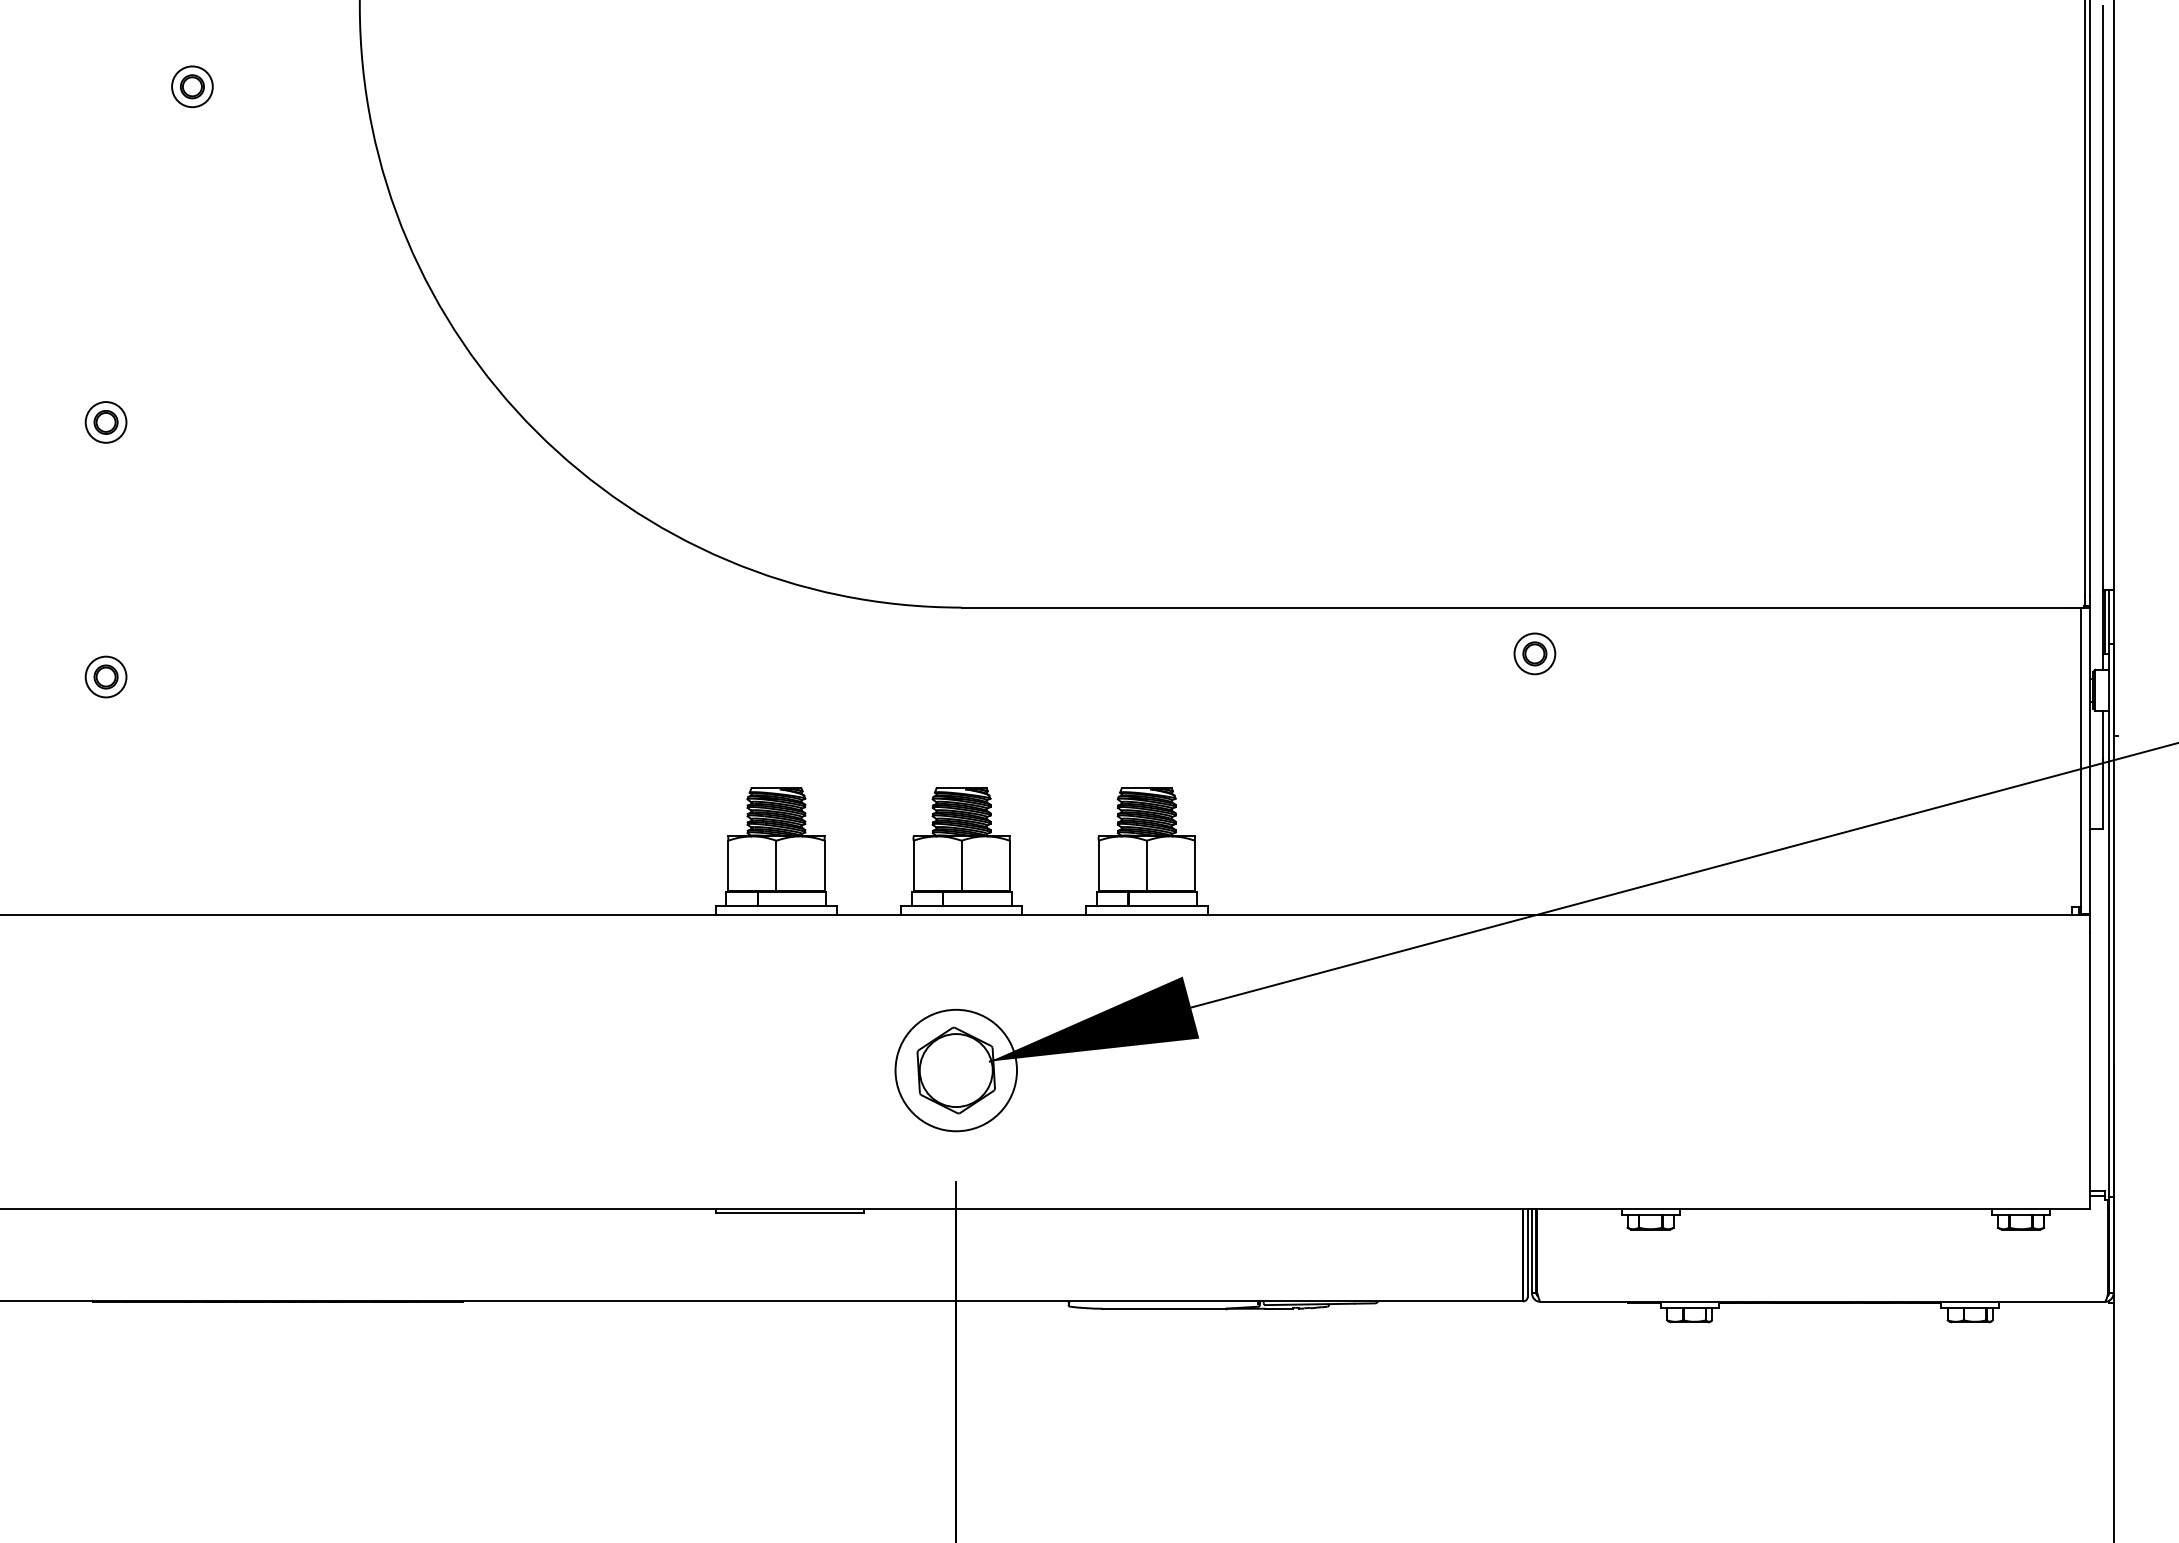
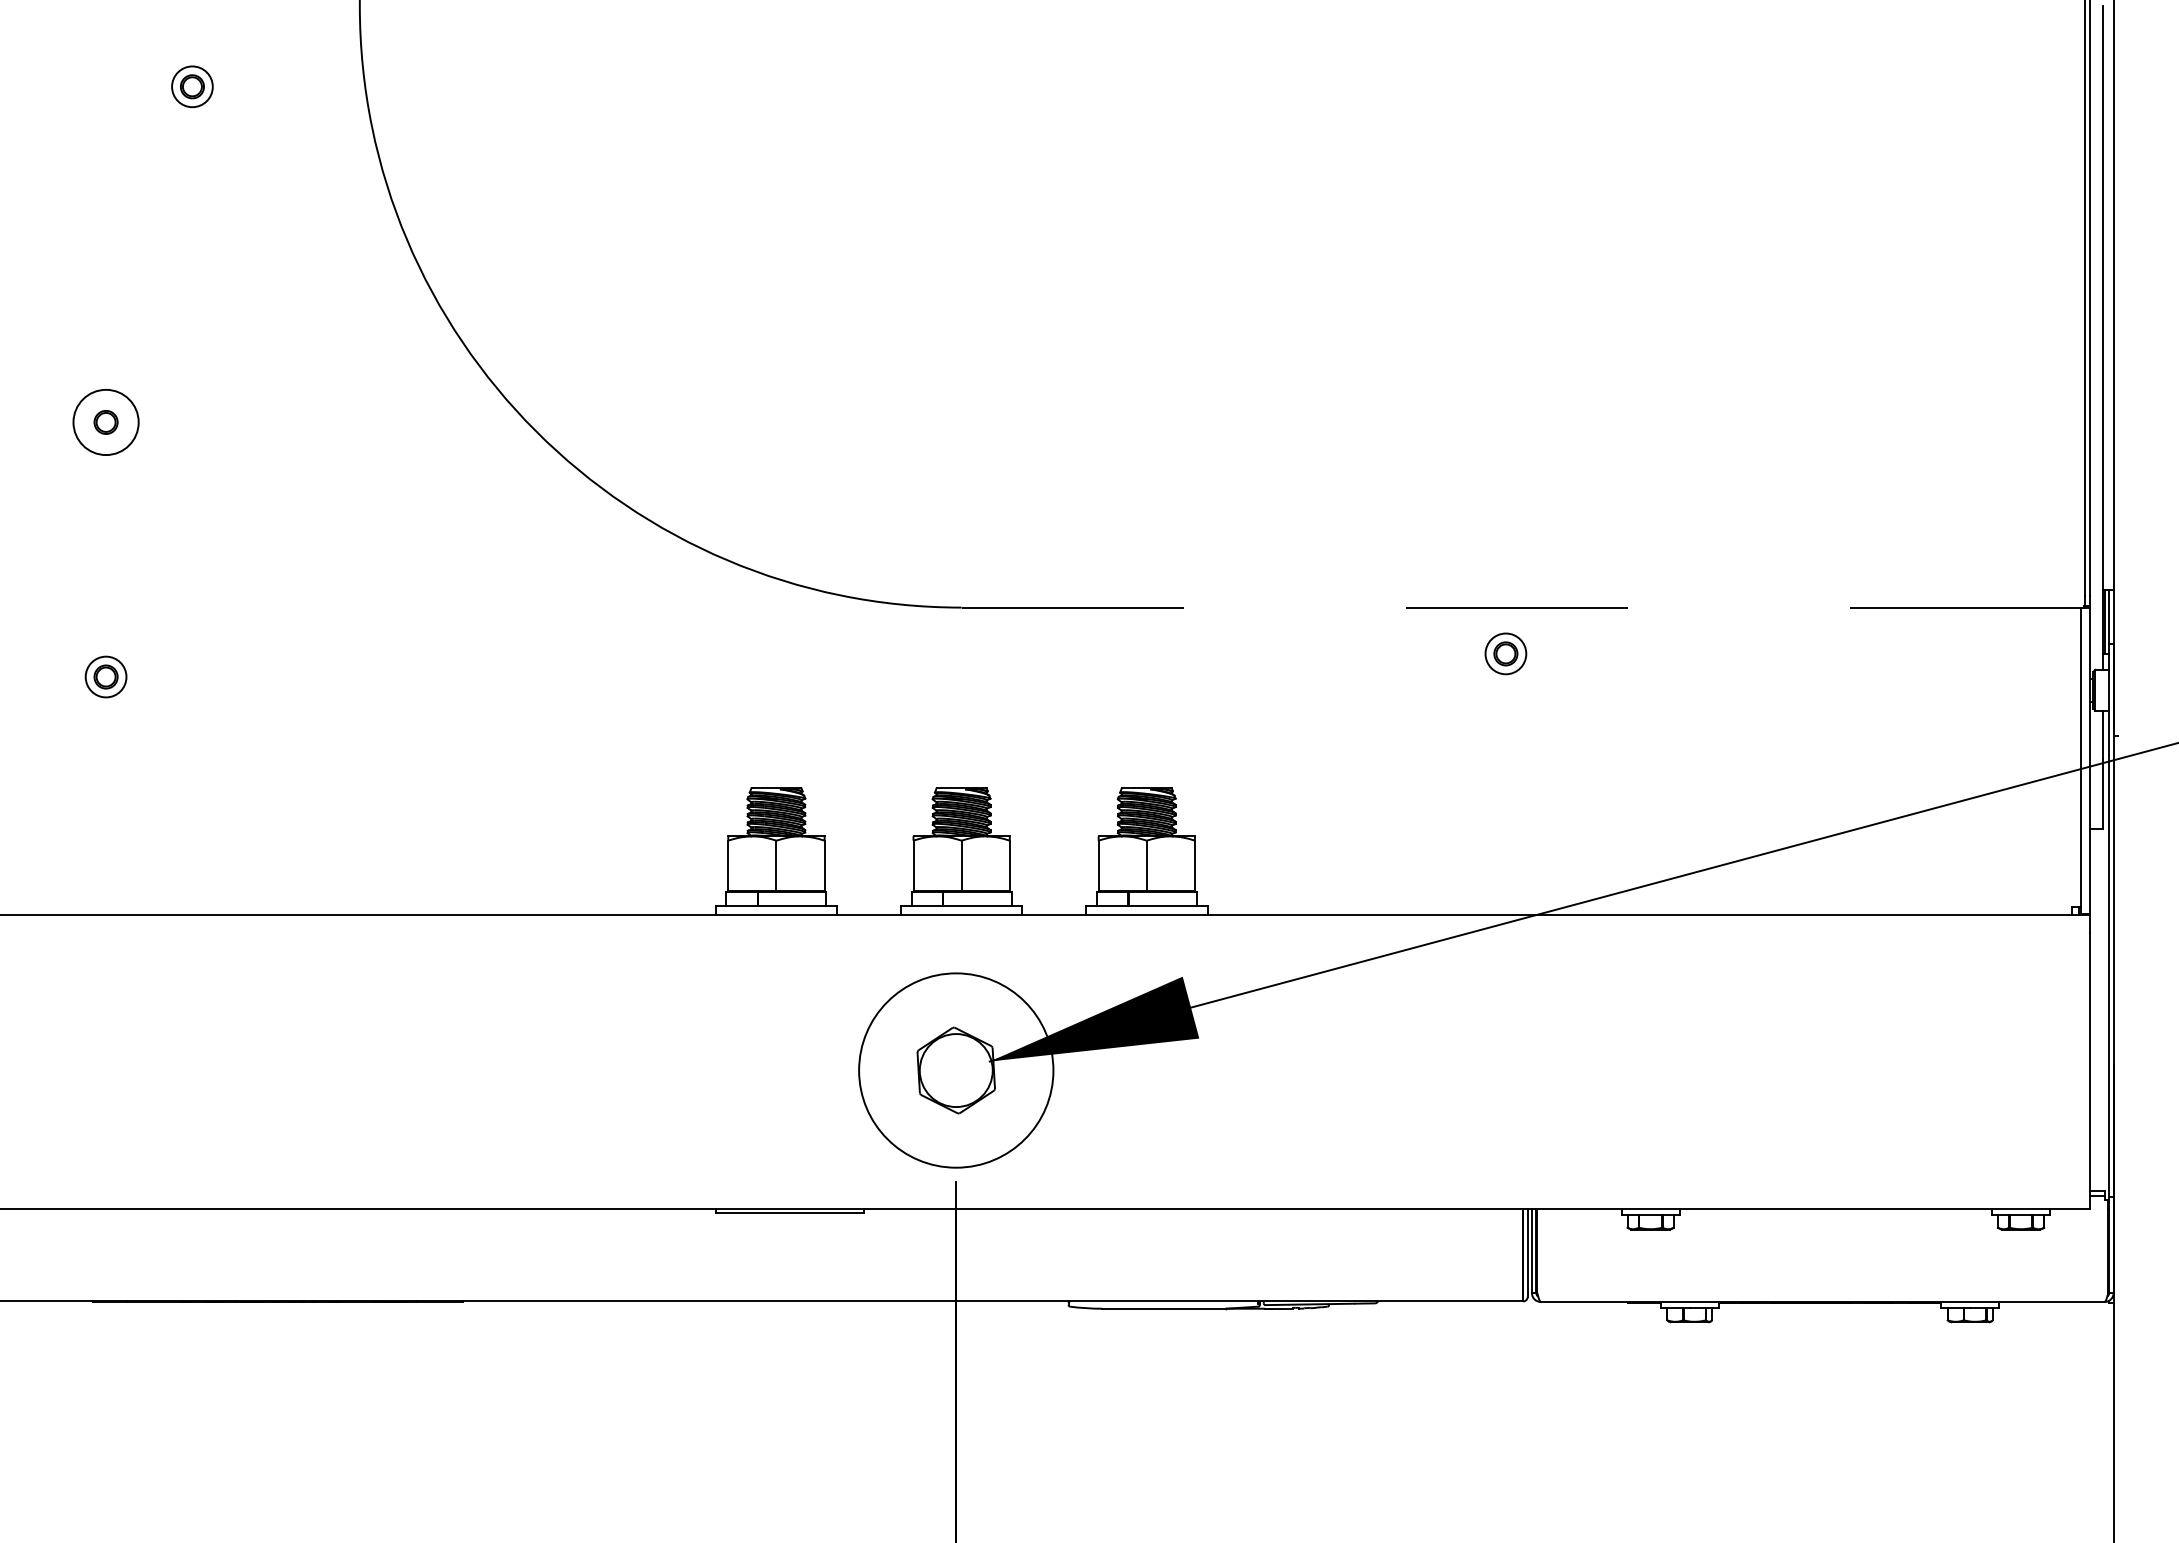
circle at (105, 422) diameter: 41 px -> 65 px
line at (1516, 607): solid -> dashed
part at (1534, 653) position: (1534, 653) -> (1505, 653)
circle at (956, 1070) diameter: 121 px -> 194 px
